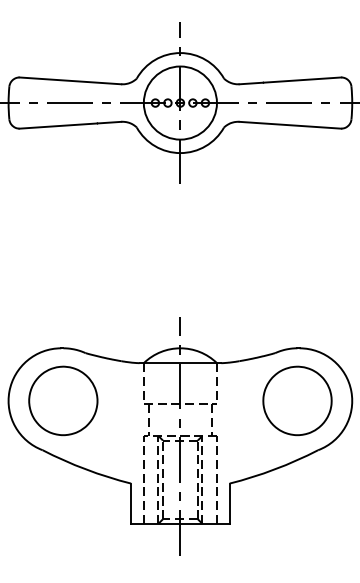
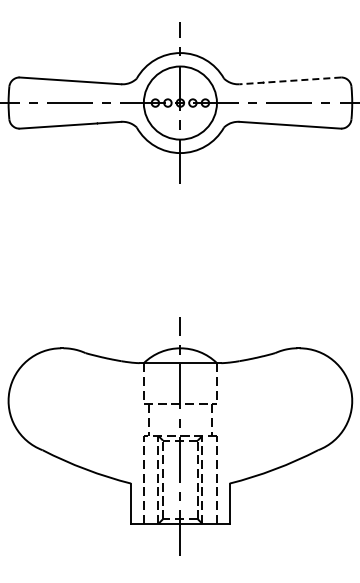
line at (290, 80): solid -> dashed
part at (63, 400): present -> none
part at (297, 400): present -> none
